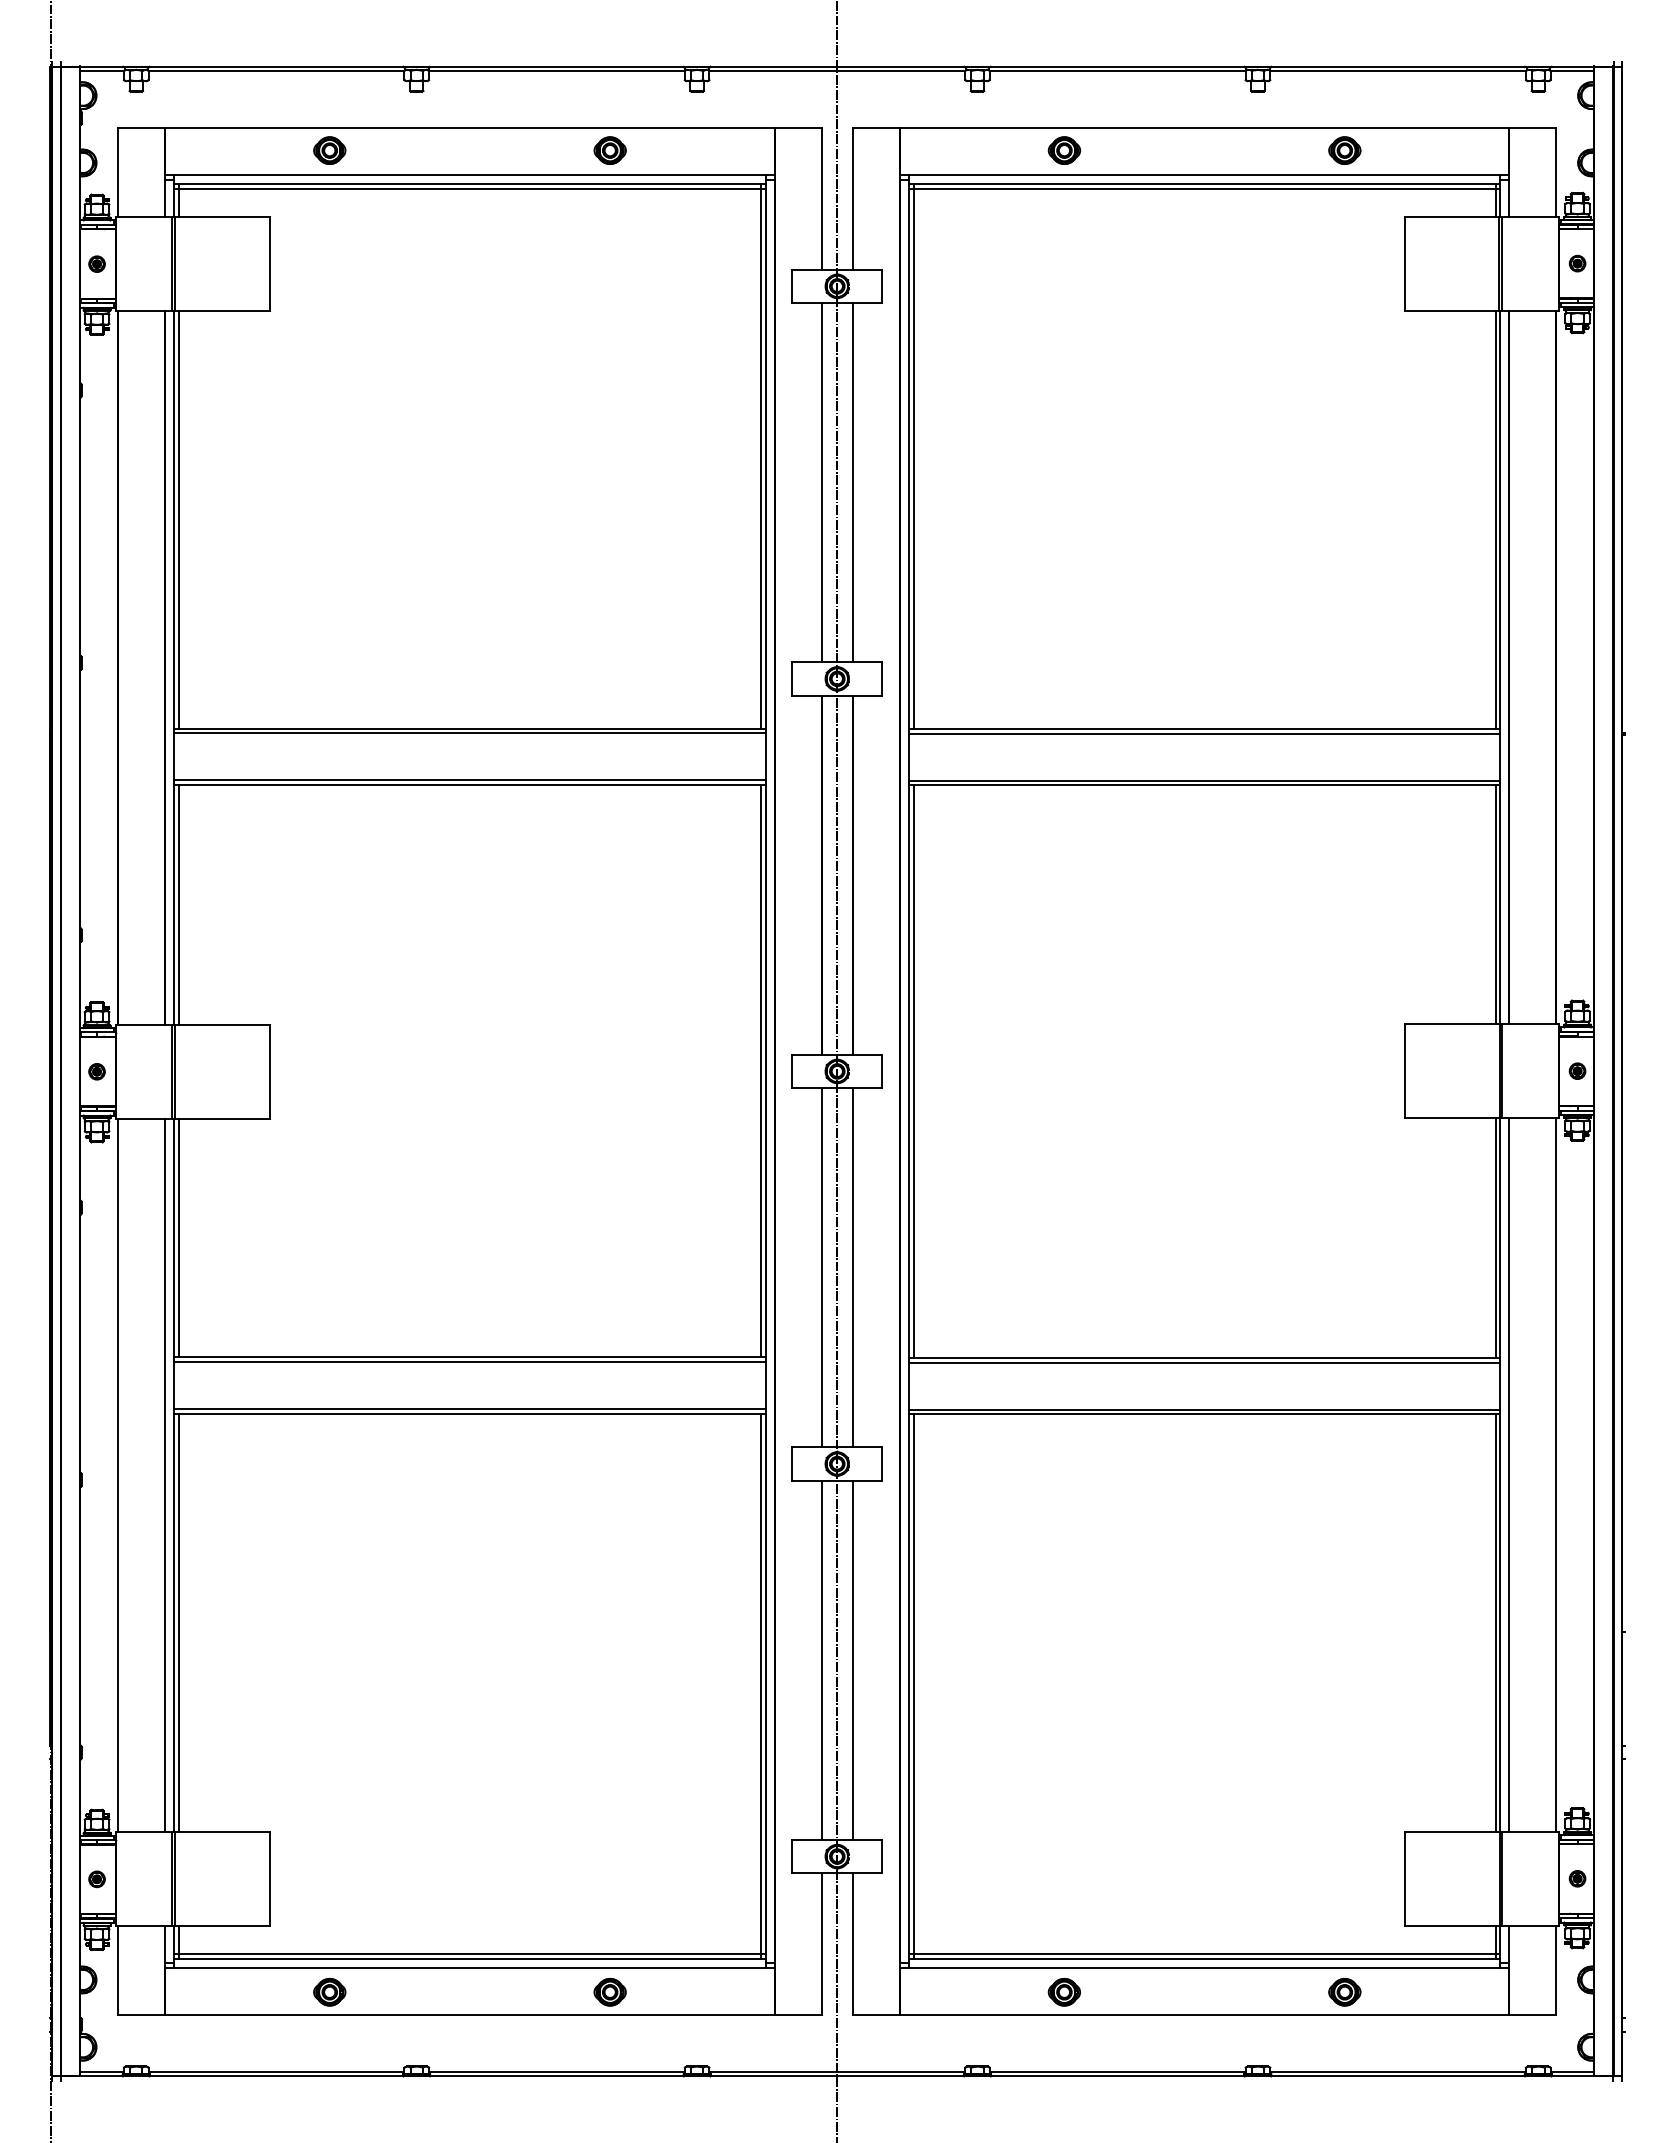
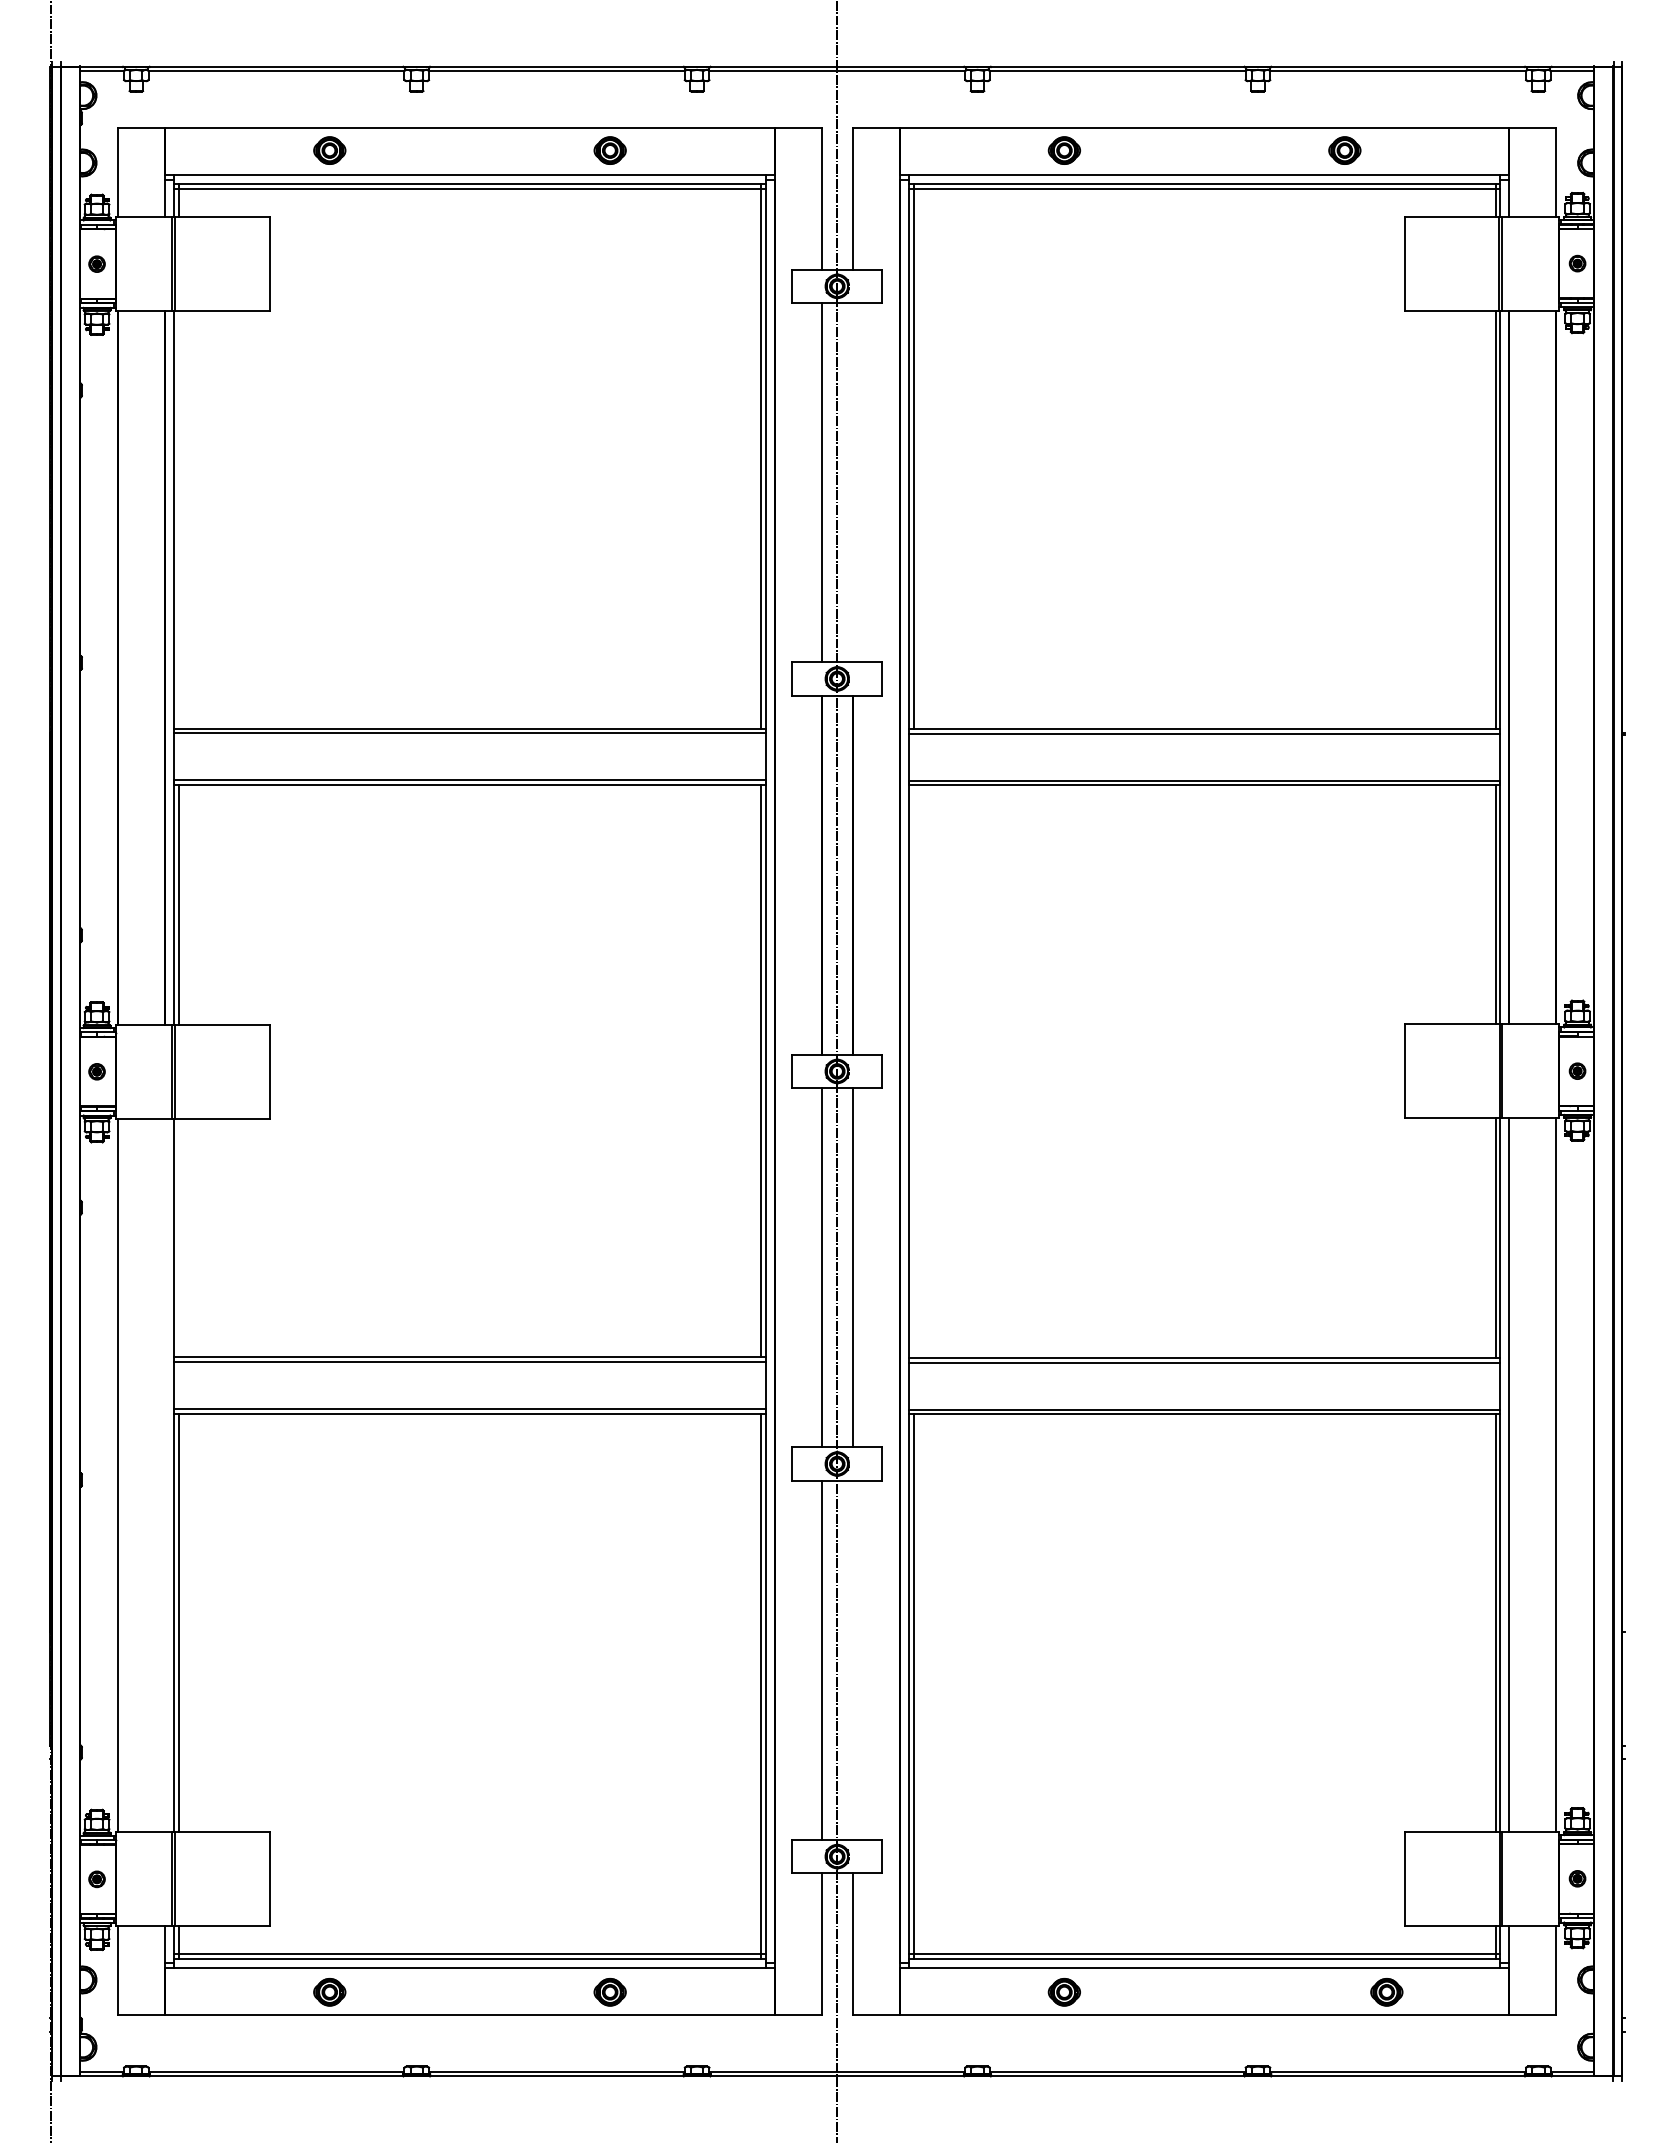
line at (853, 482): present -> none
line at (178, 519): present -> none
line at (913, 1071): present -> none
line at (178, 1237): present -> none
line at (165, 1475): present -> none
line at (853, 1659): present -> none
part at (1344, 1992) position: (1344, 1992) -> (1386, 1992)
